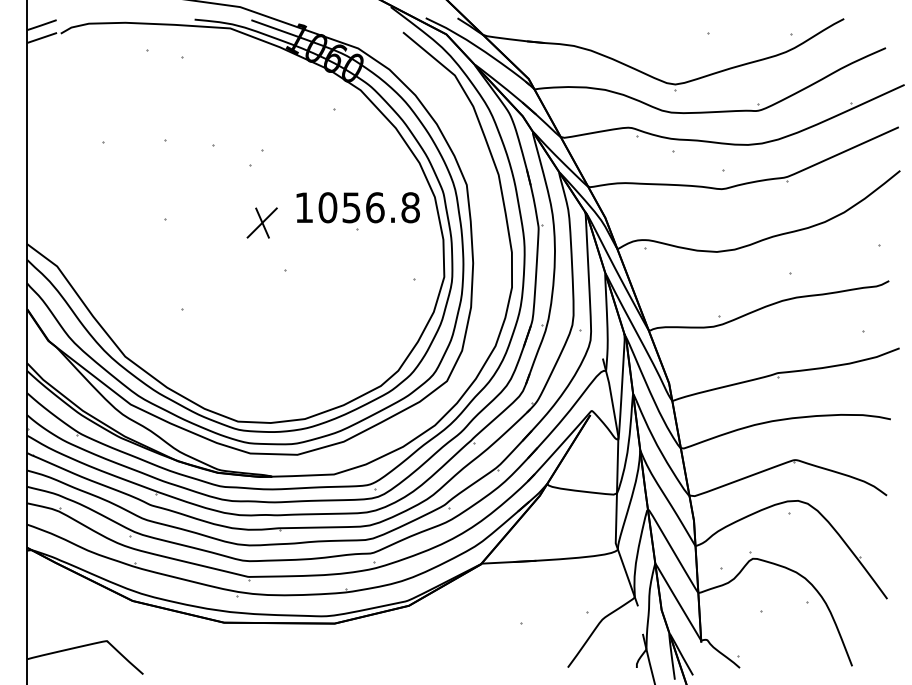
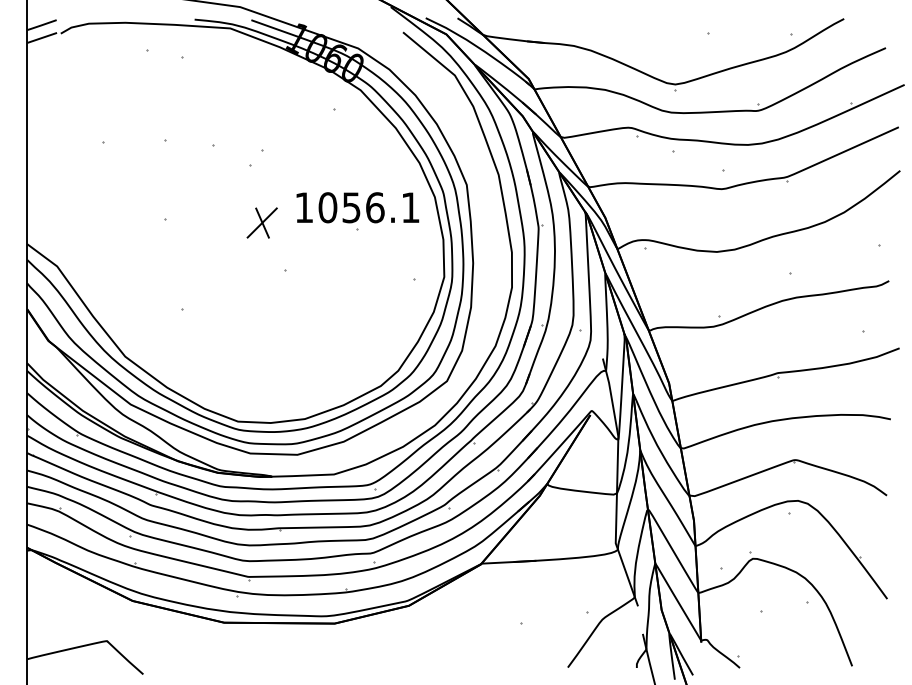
text at (410, 207): 1056.8 -> 1056.1
